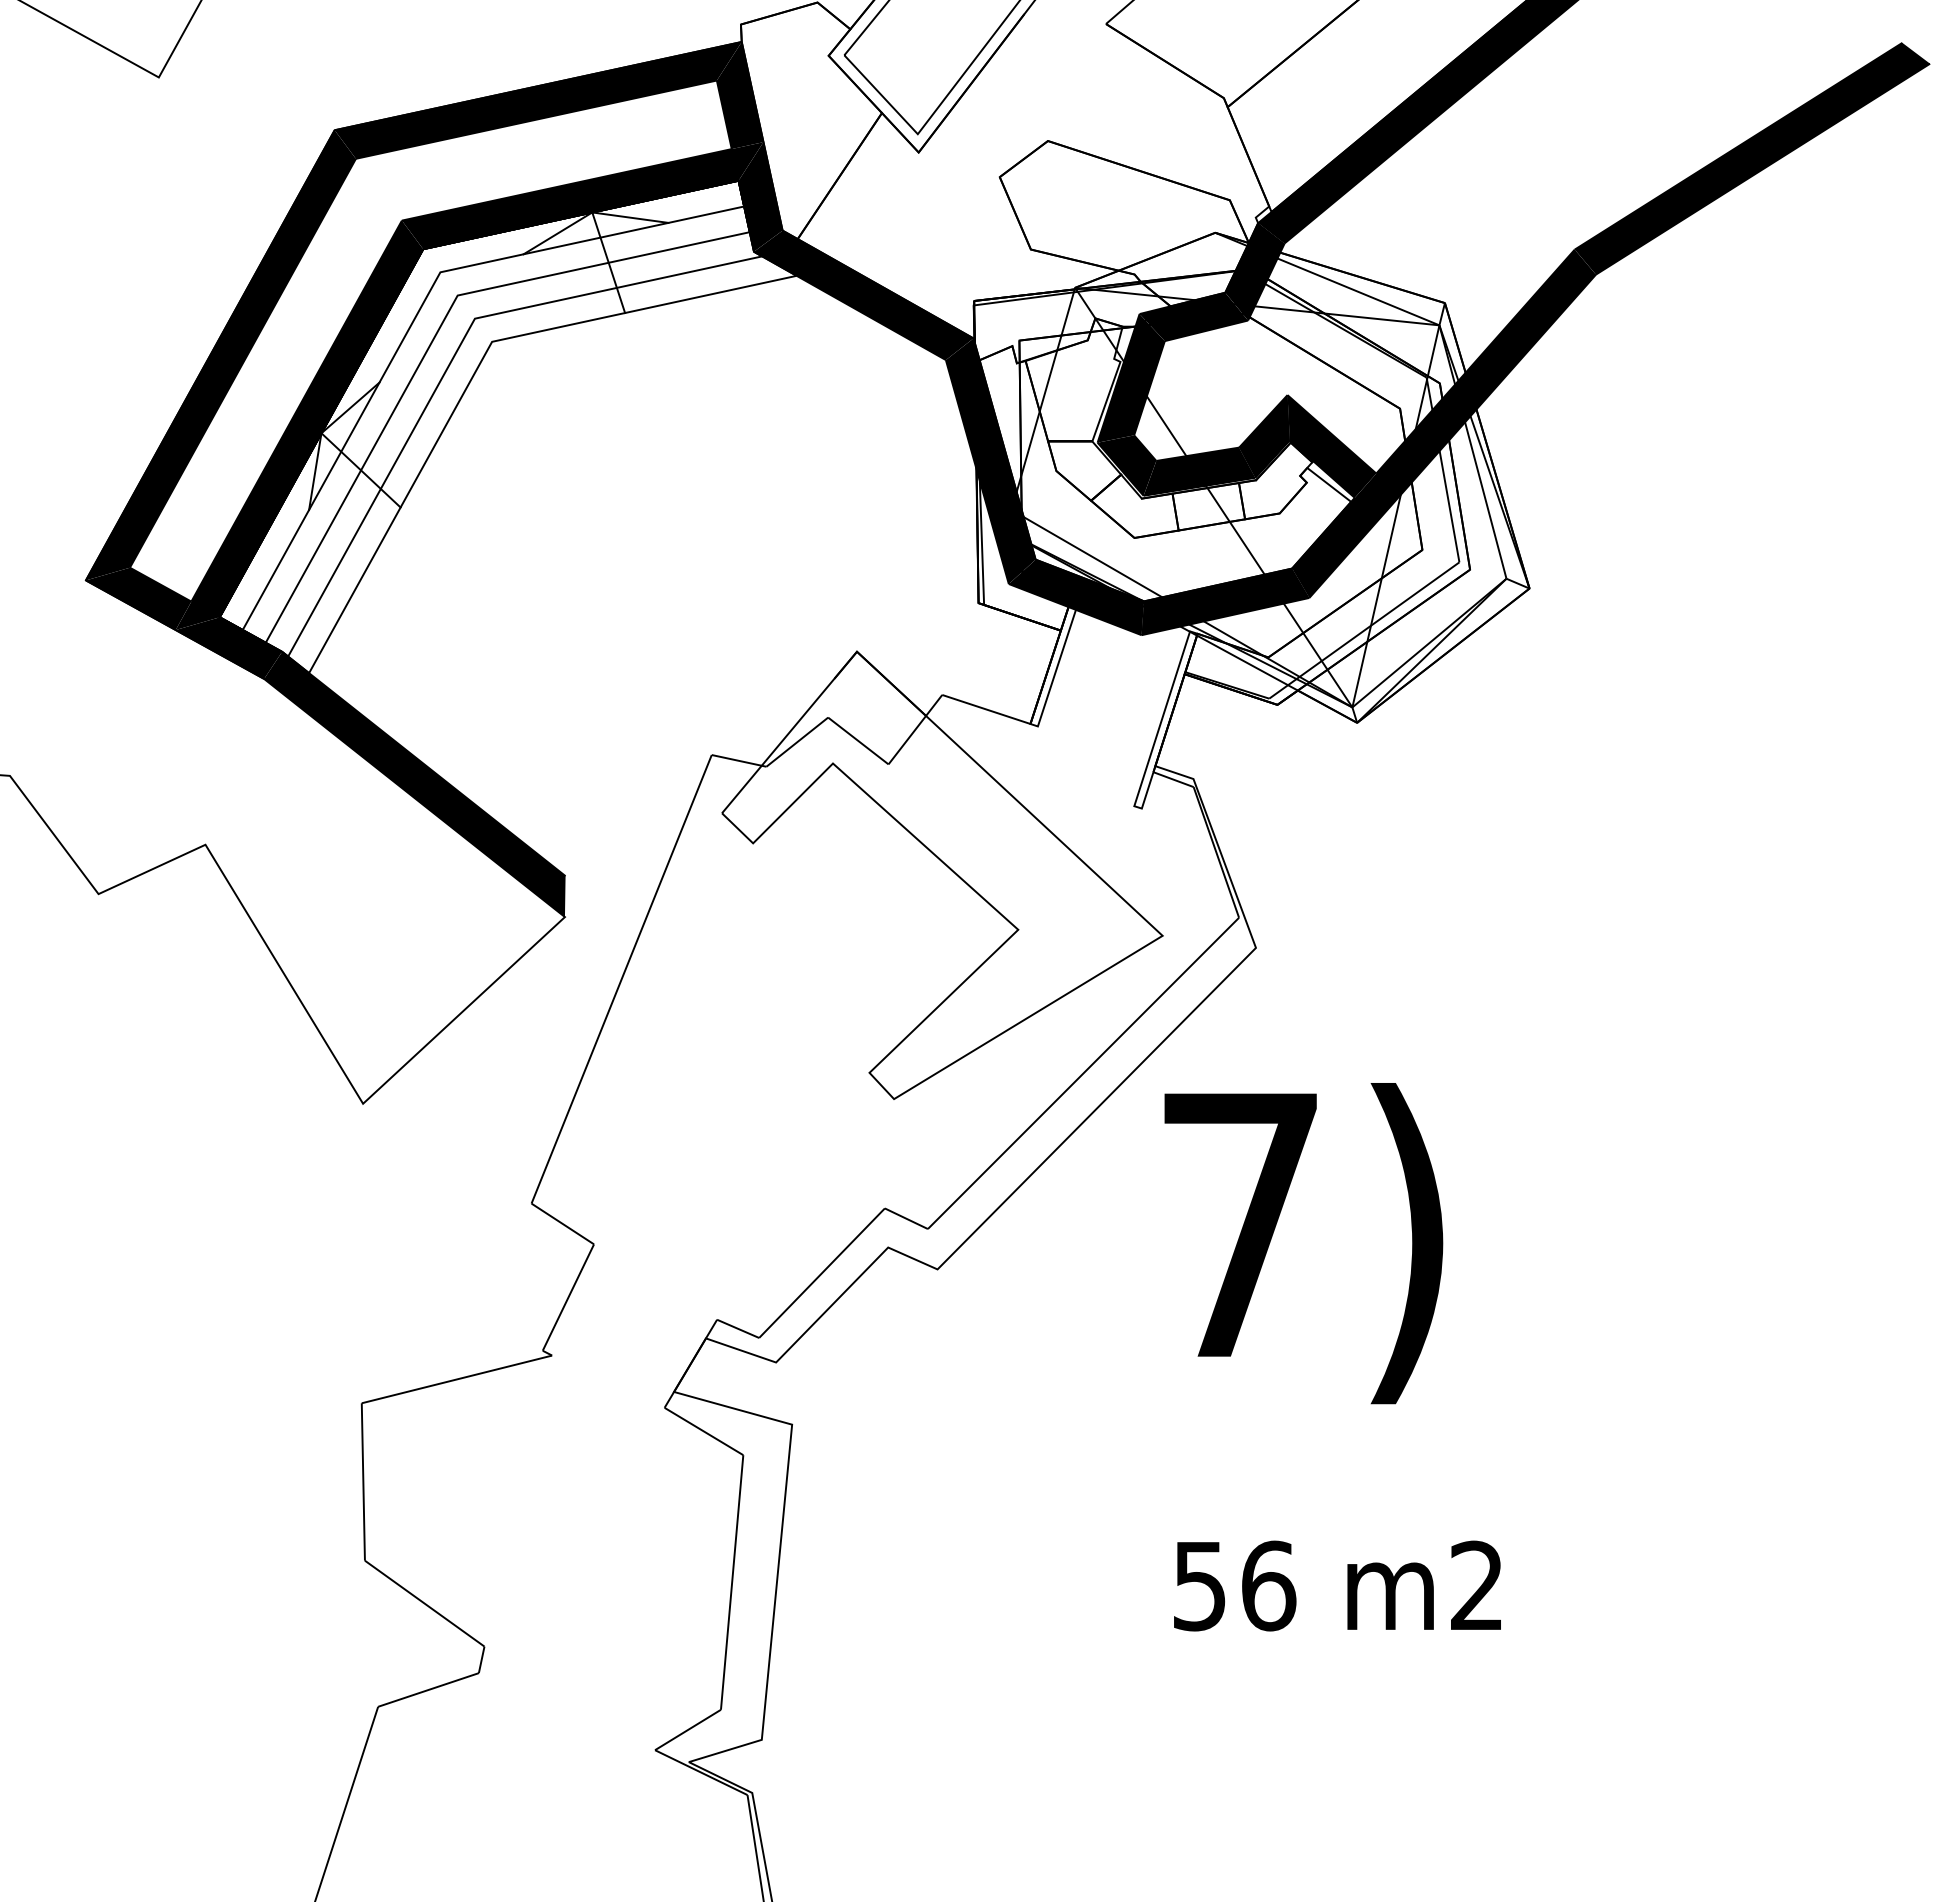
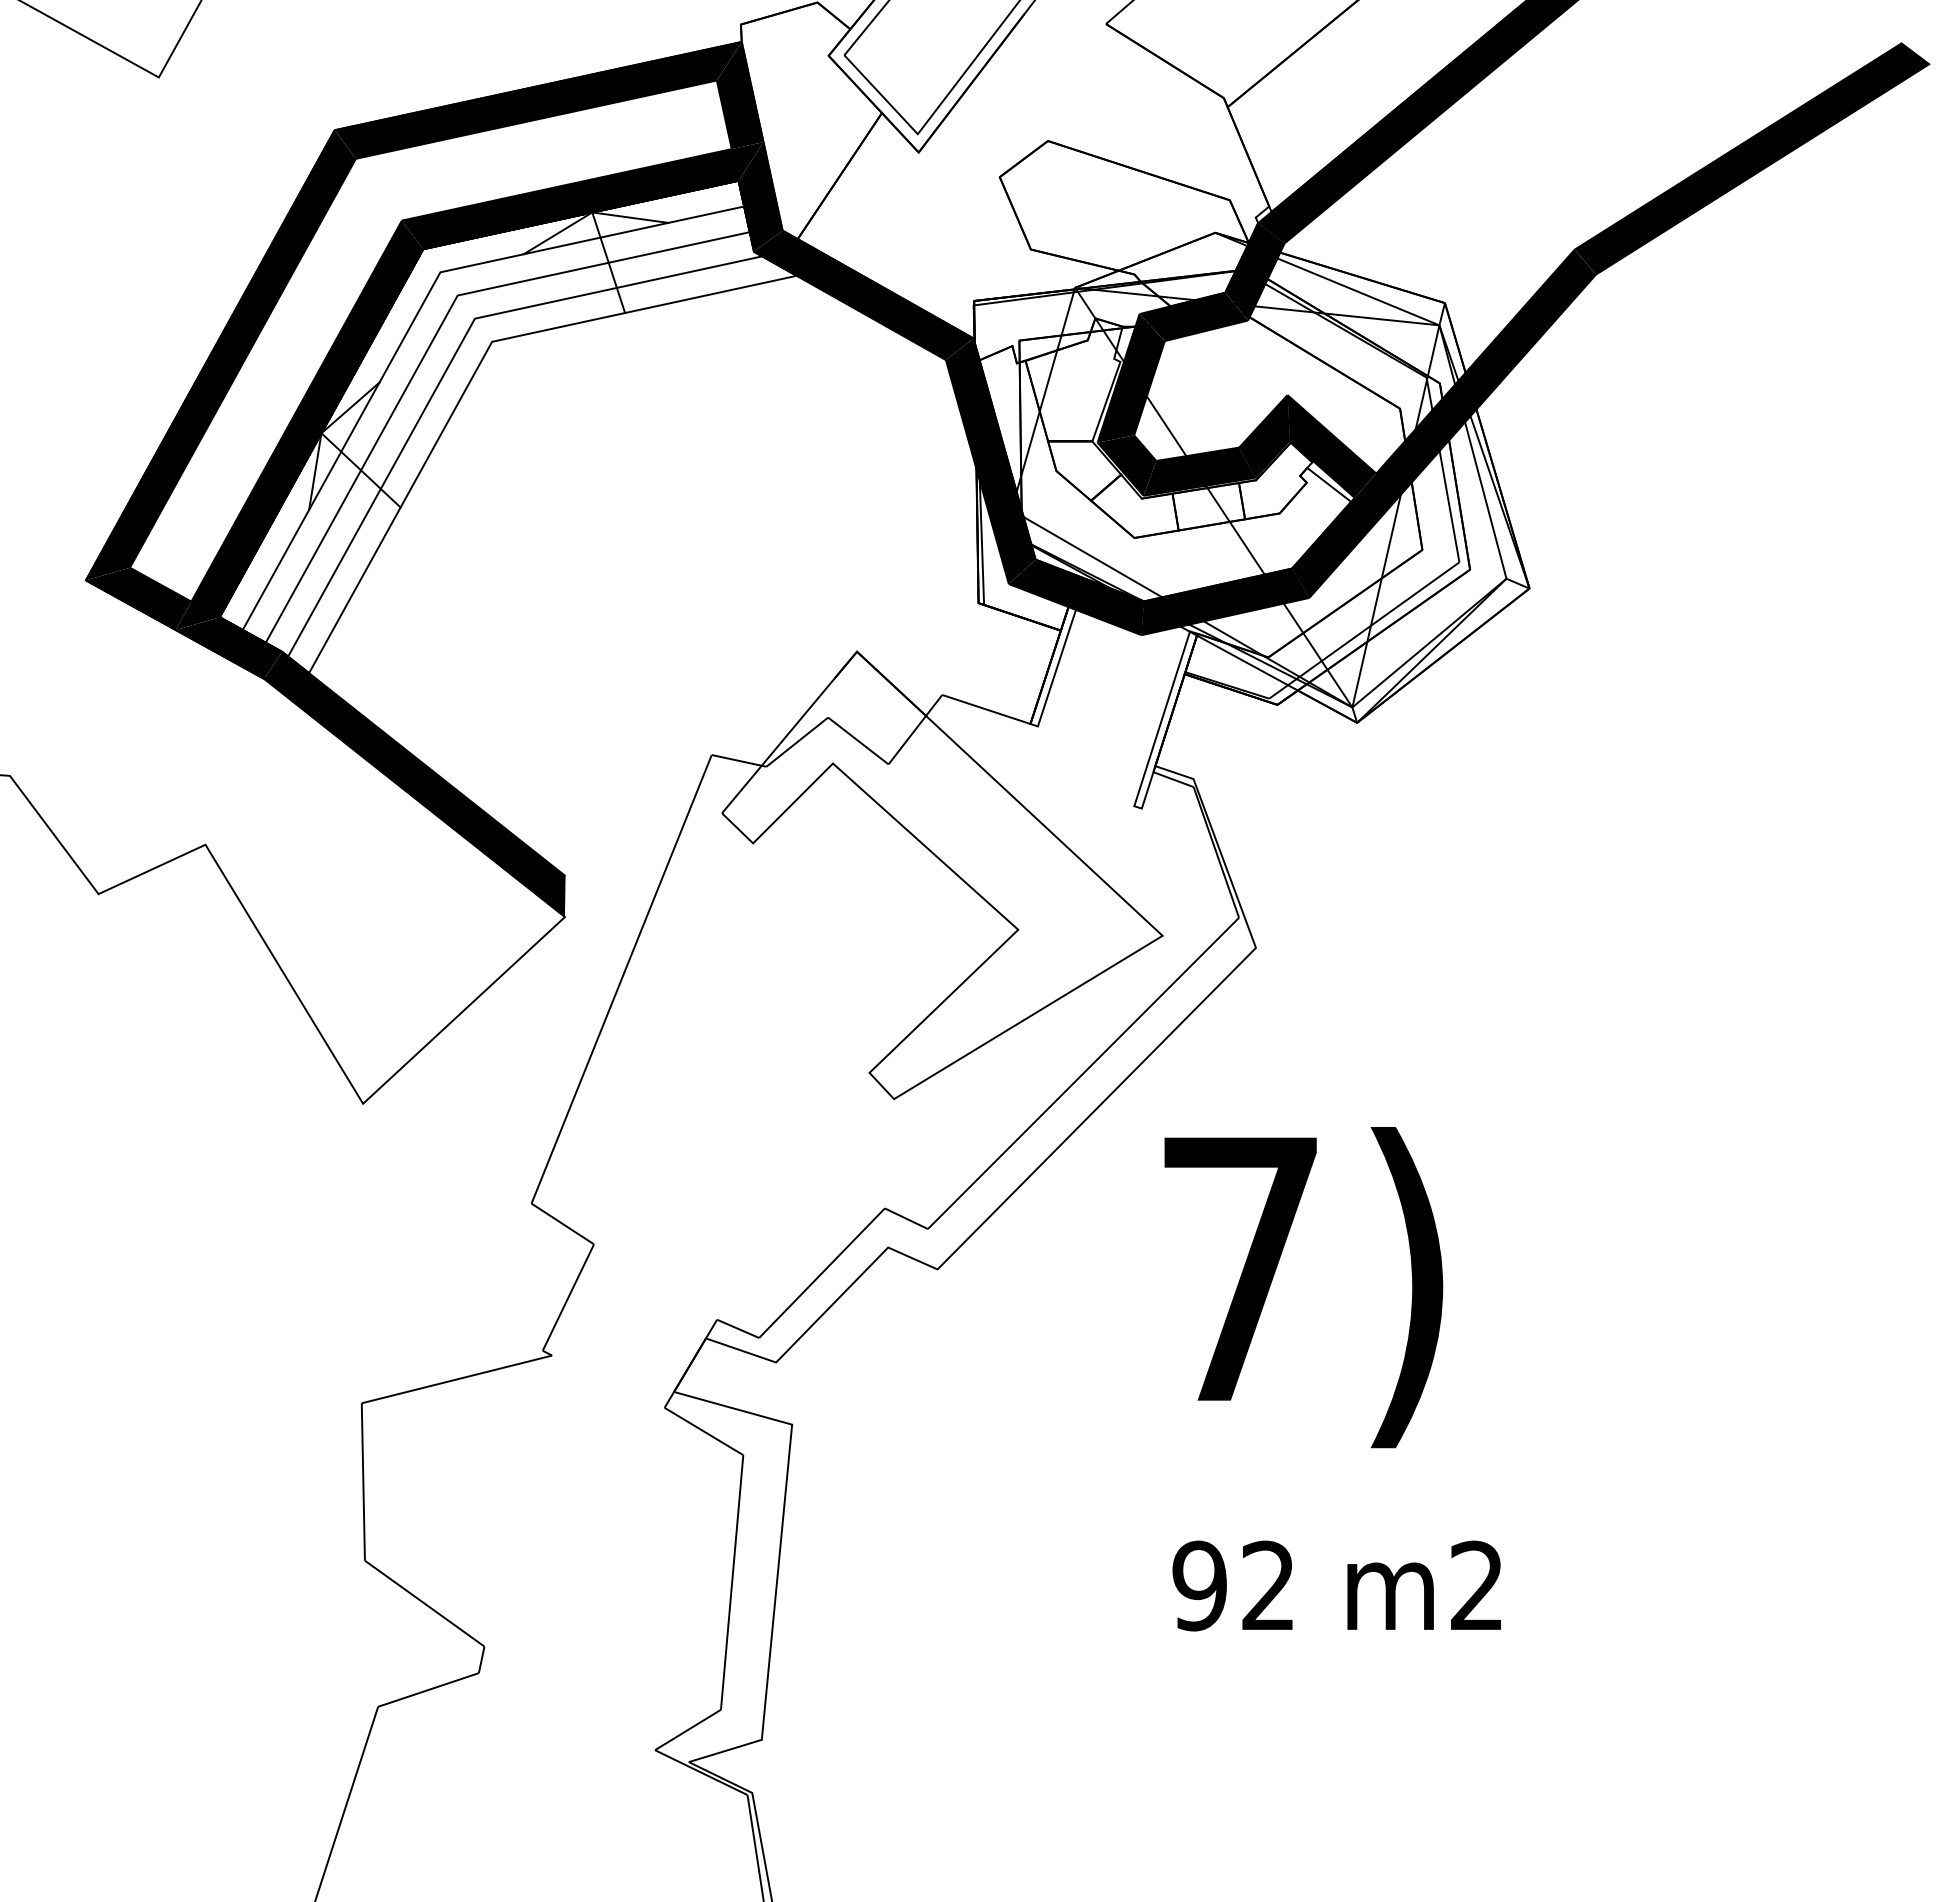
text at (1303, 1243) position: (1303, 1243) -> (1303, 1287)
text at (1234, 1585): 56 -> 92
